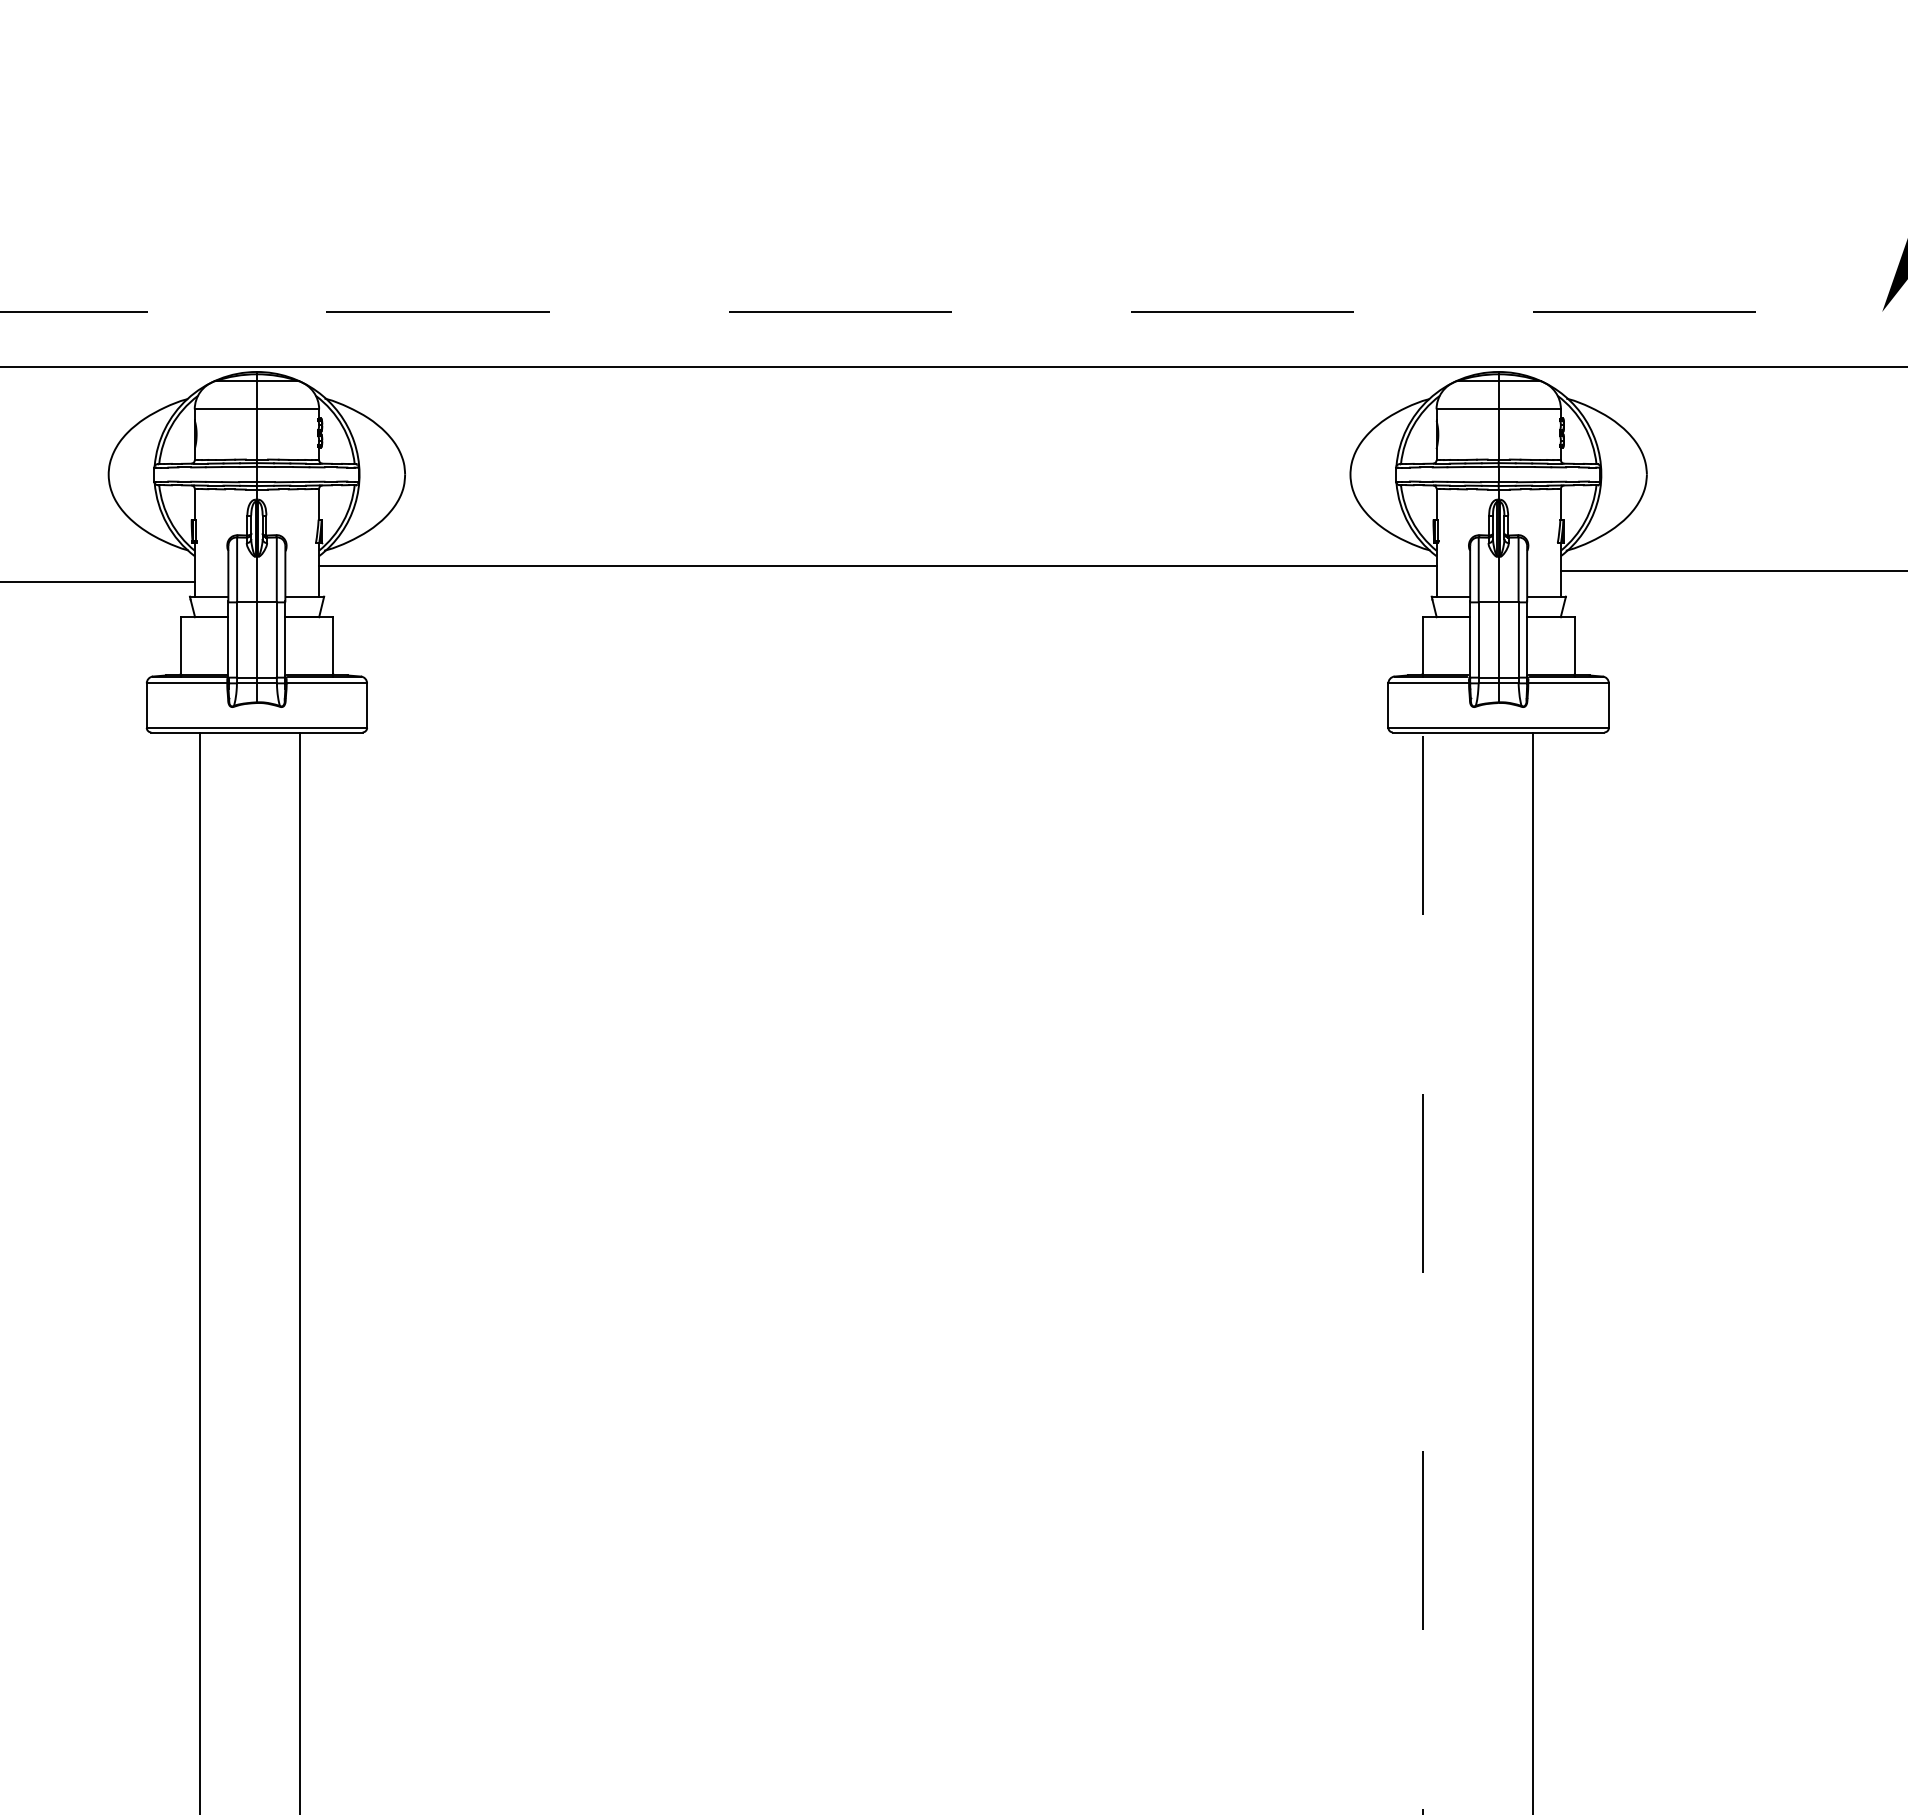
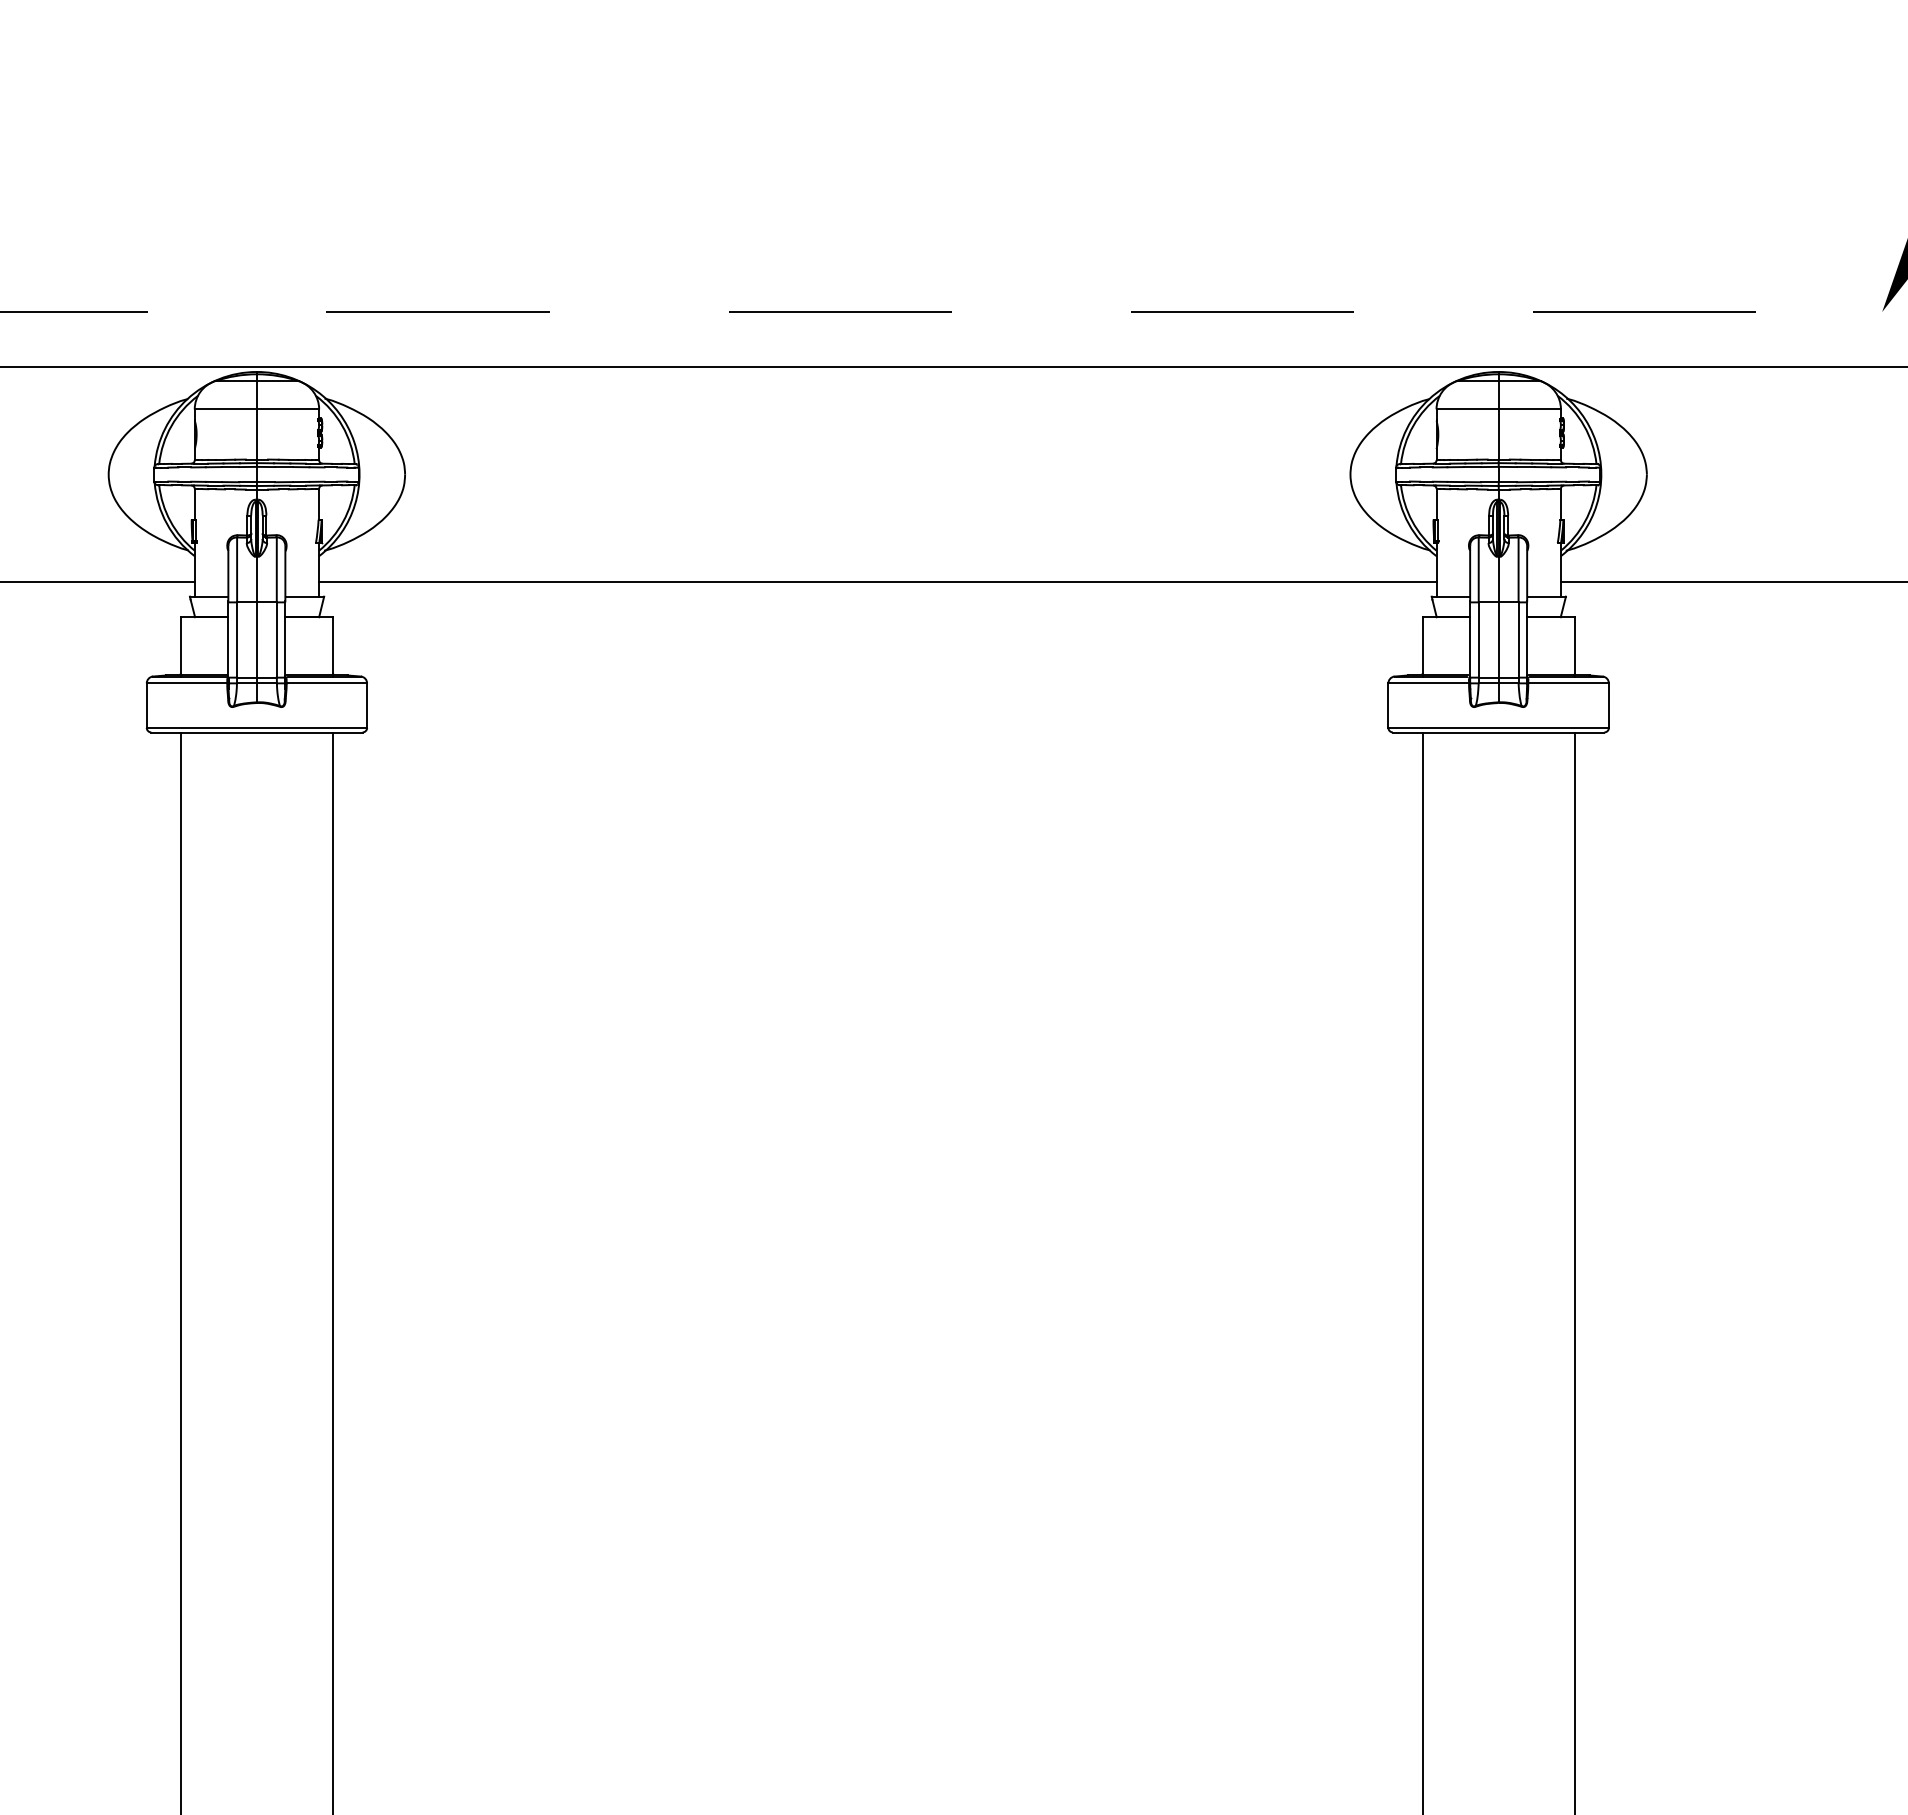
line at (877, 565) position: (877, 565) -> (877, 581)
line at (1732, 570) position: (1732, 570) -> (1732, 581)
line at (199, 1271) position: (199, 1271) -> (180, 1271)
line at (299, 1271) position: (299, 1271) -> (332, 1271)
line at (1532, 1271) position: (1532, 1271) -> (1574, 1271)
line at (1422, 1273): dashed -> solid
